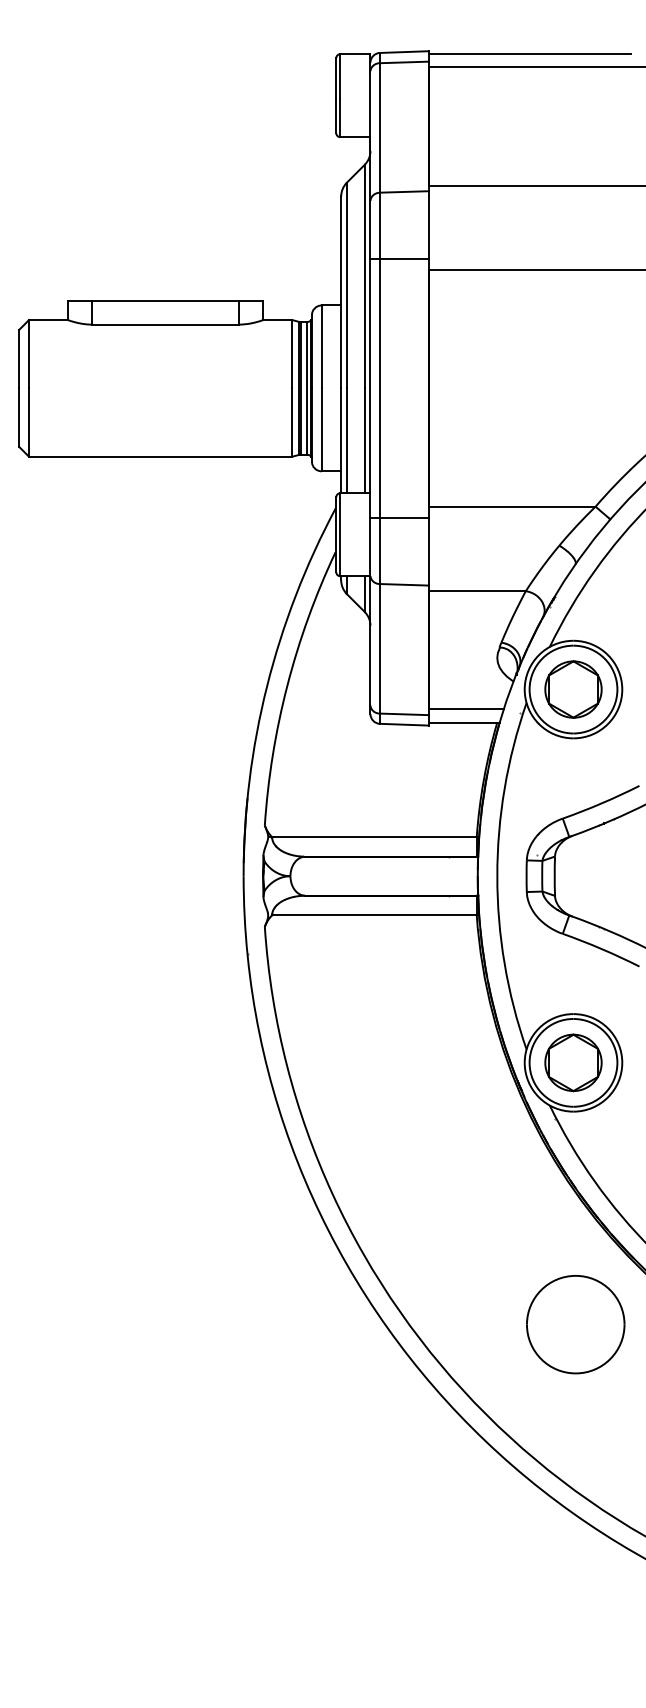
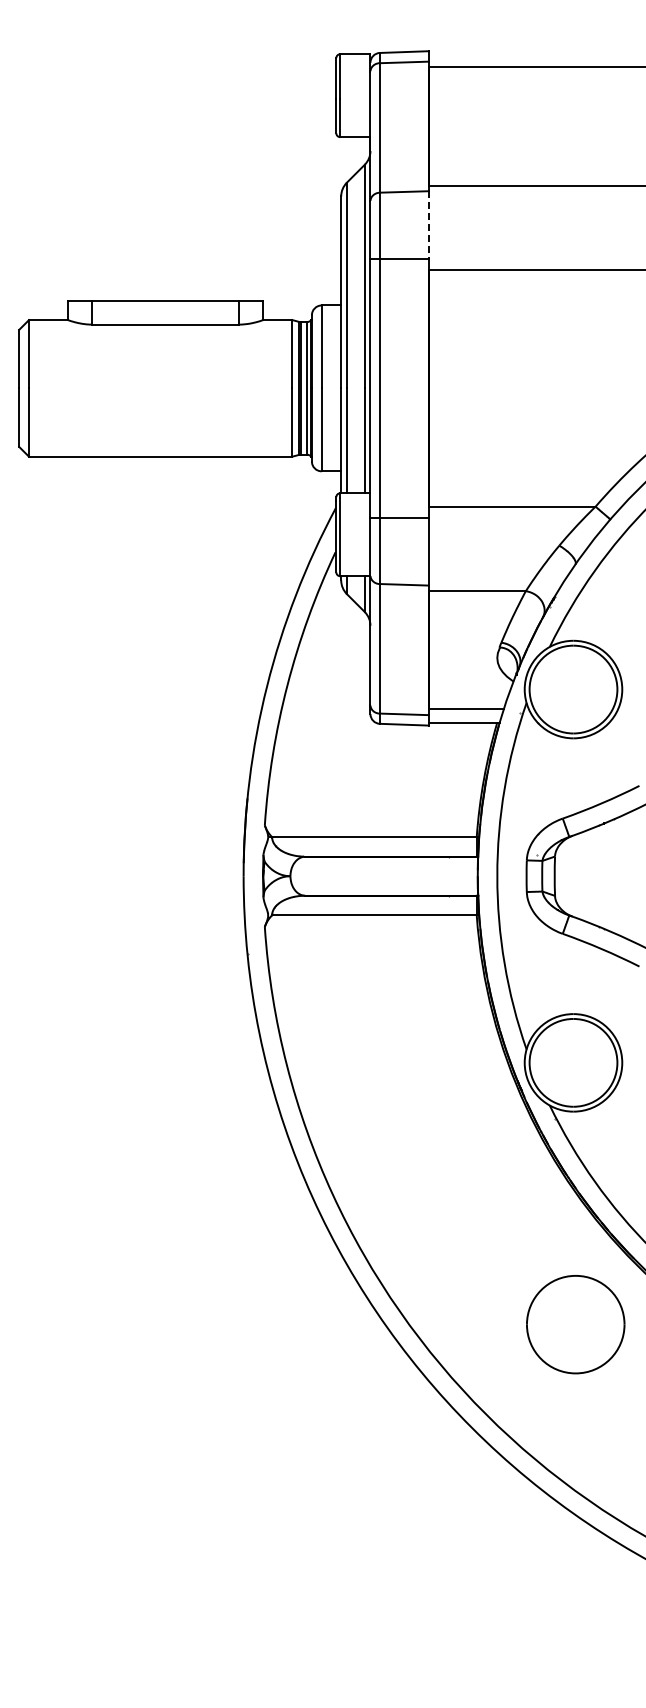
line at (530, 54): present -> none
line at (429, 225): solid -> dashed
part at (573, 689): present -> none
part at (573, 1062): present -> none
